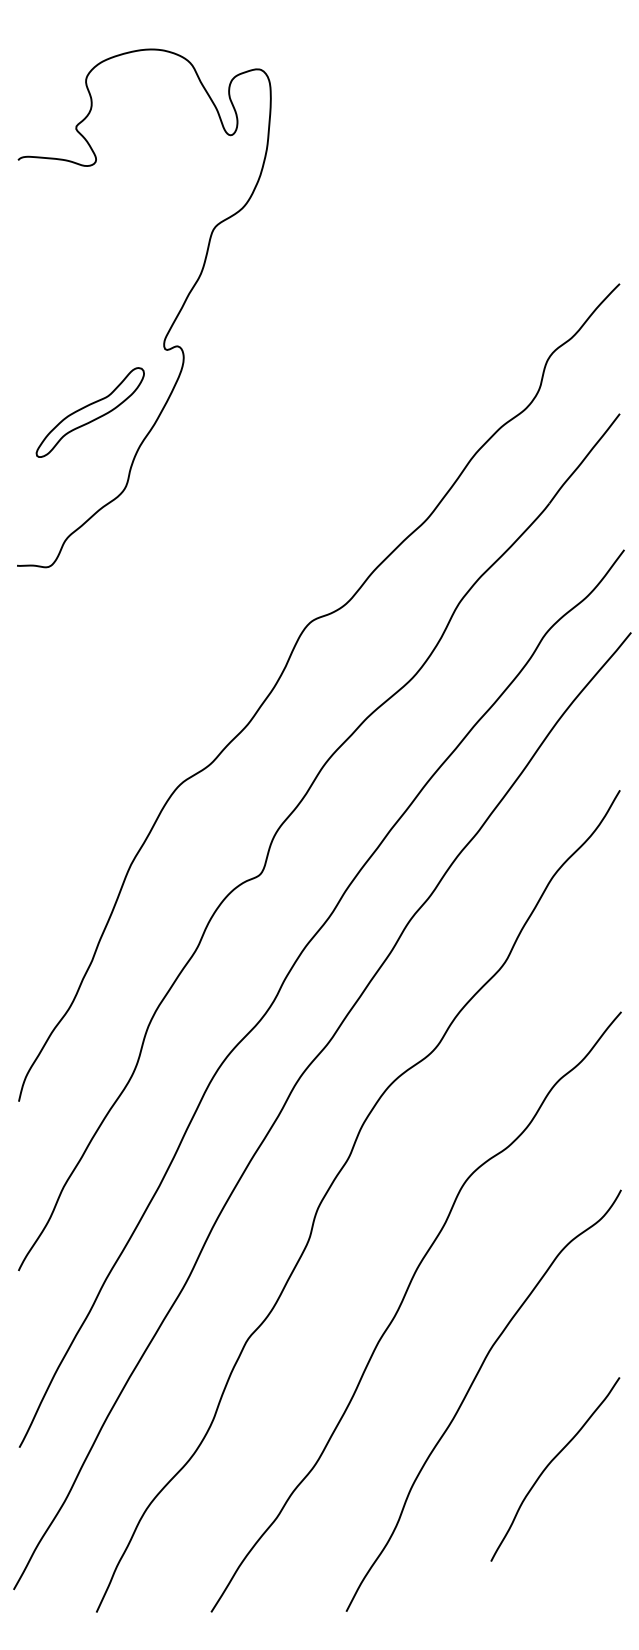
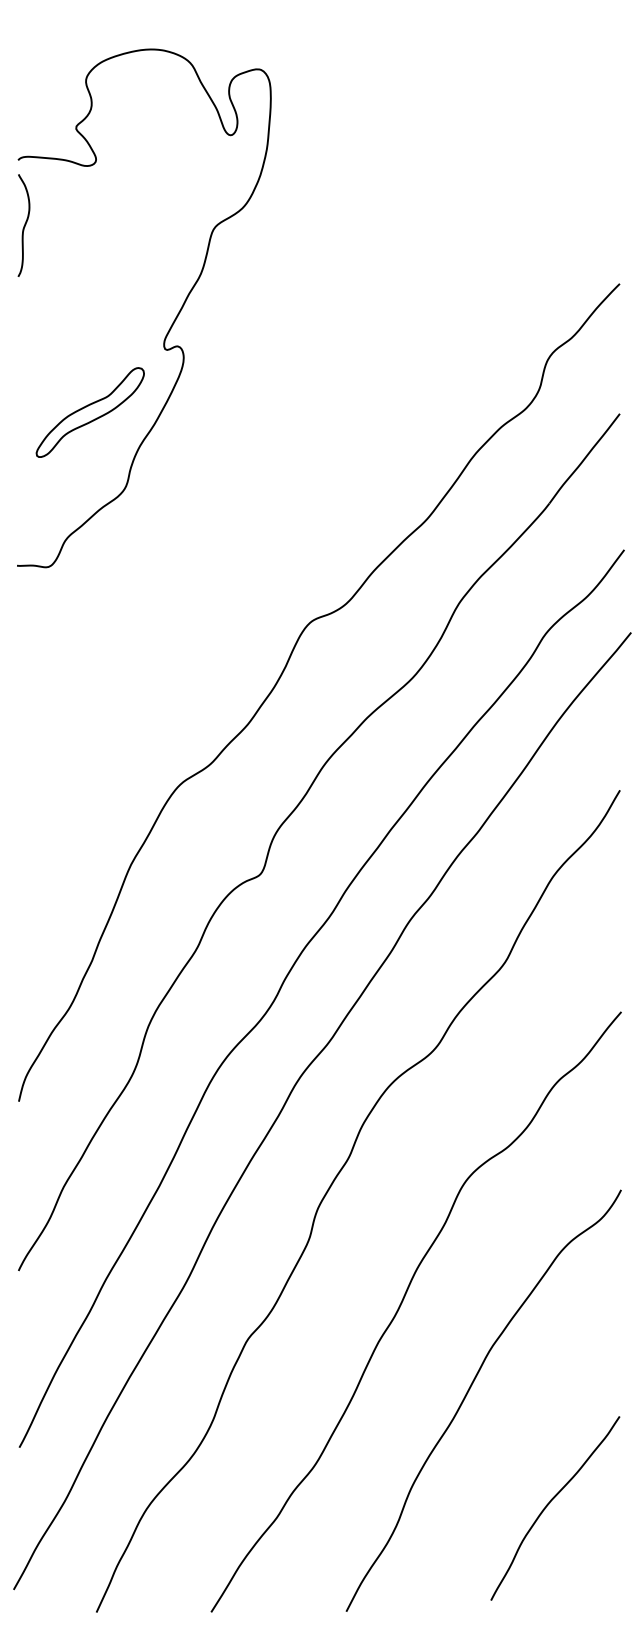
curve at (24, 225): none -> present
curve at (549, 1465) position: (549, 1465) -> (549, 1504)
